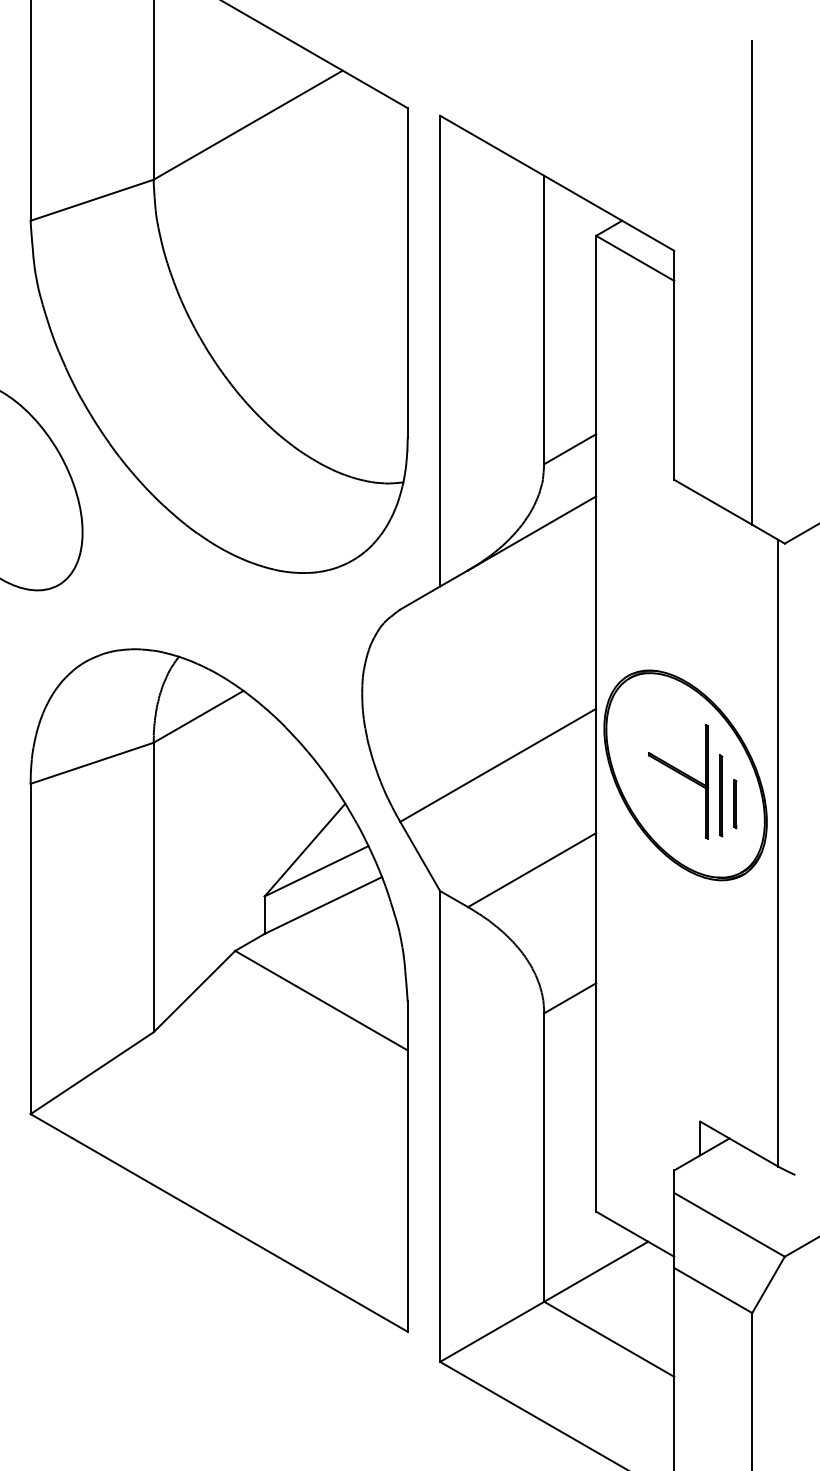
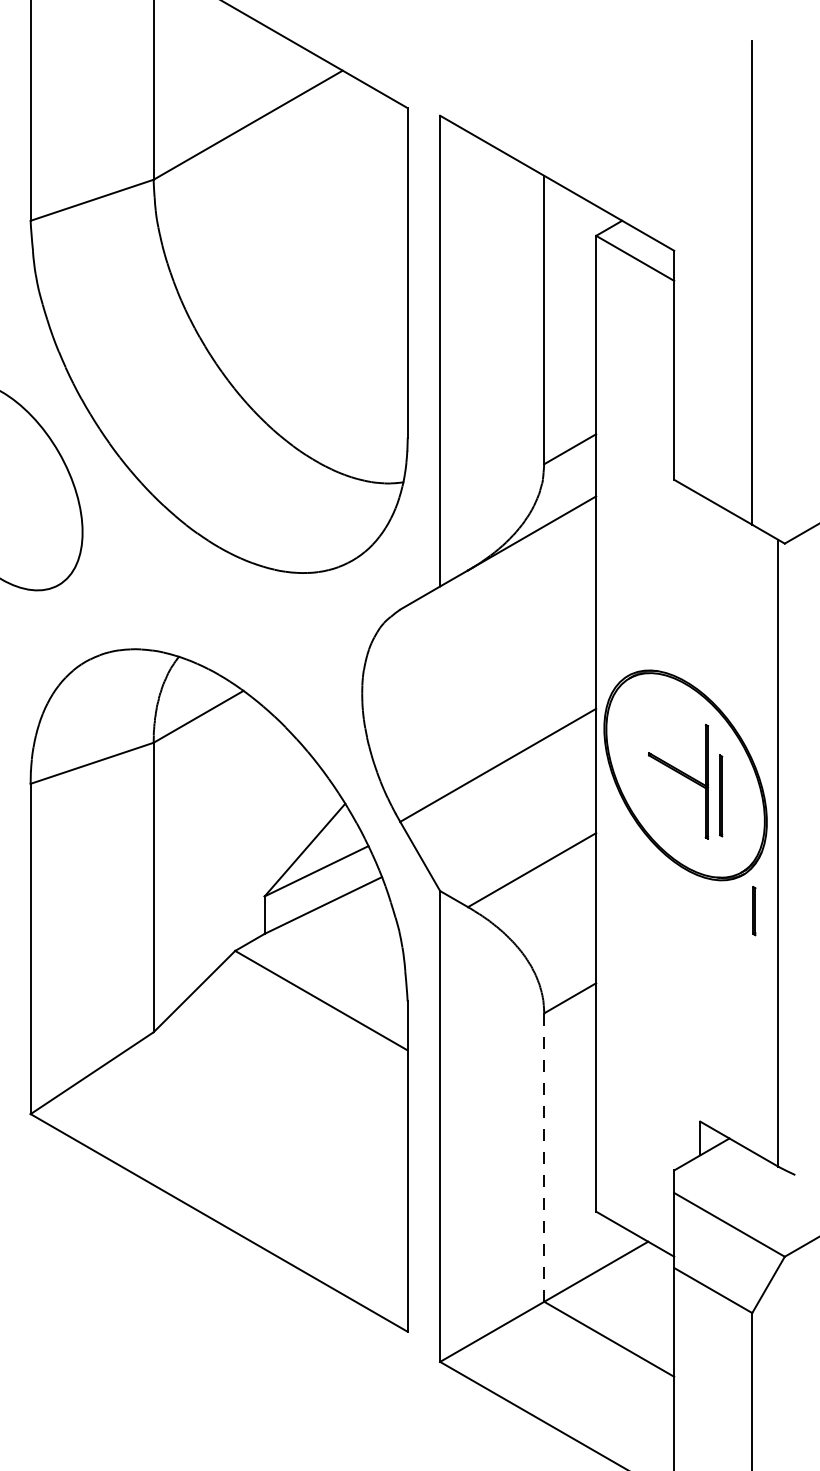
line at (735, 804) position: (735, 804) -> (754, 911)
line at (544, 1157): solid -> dashed
